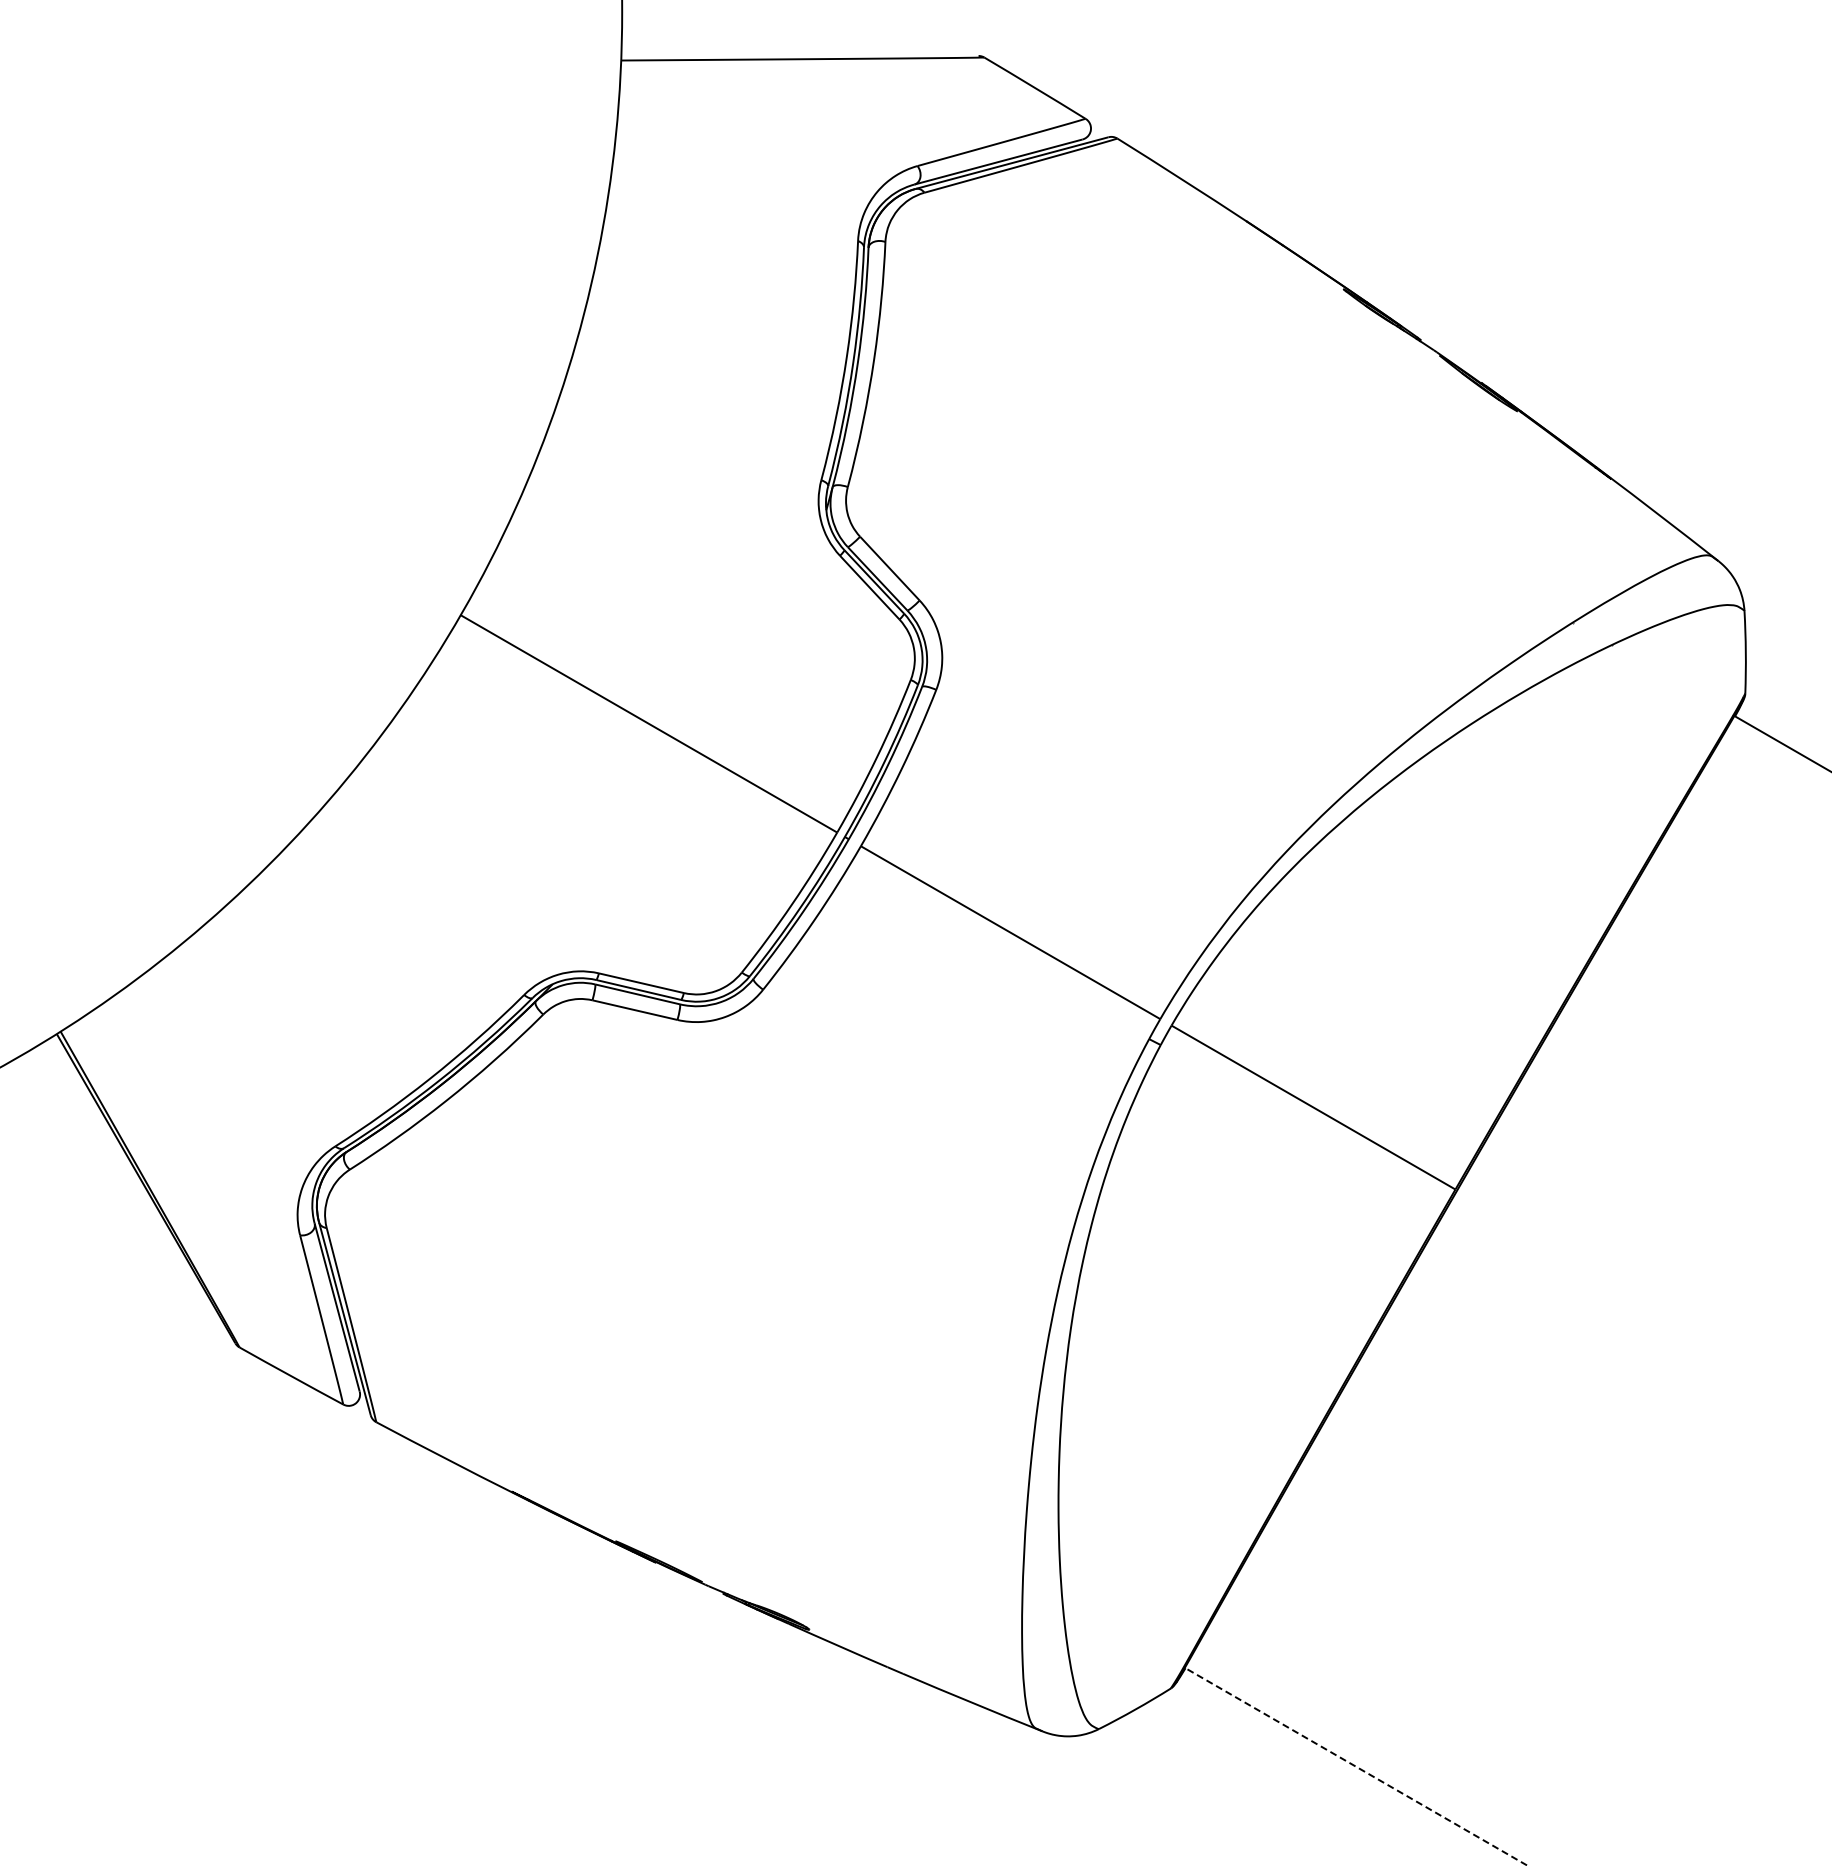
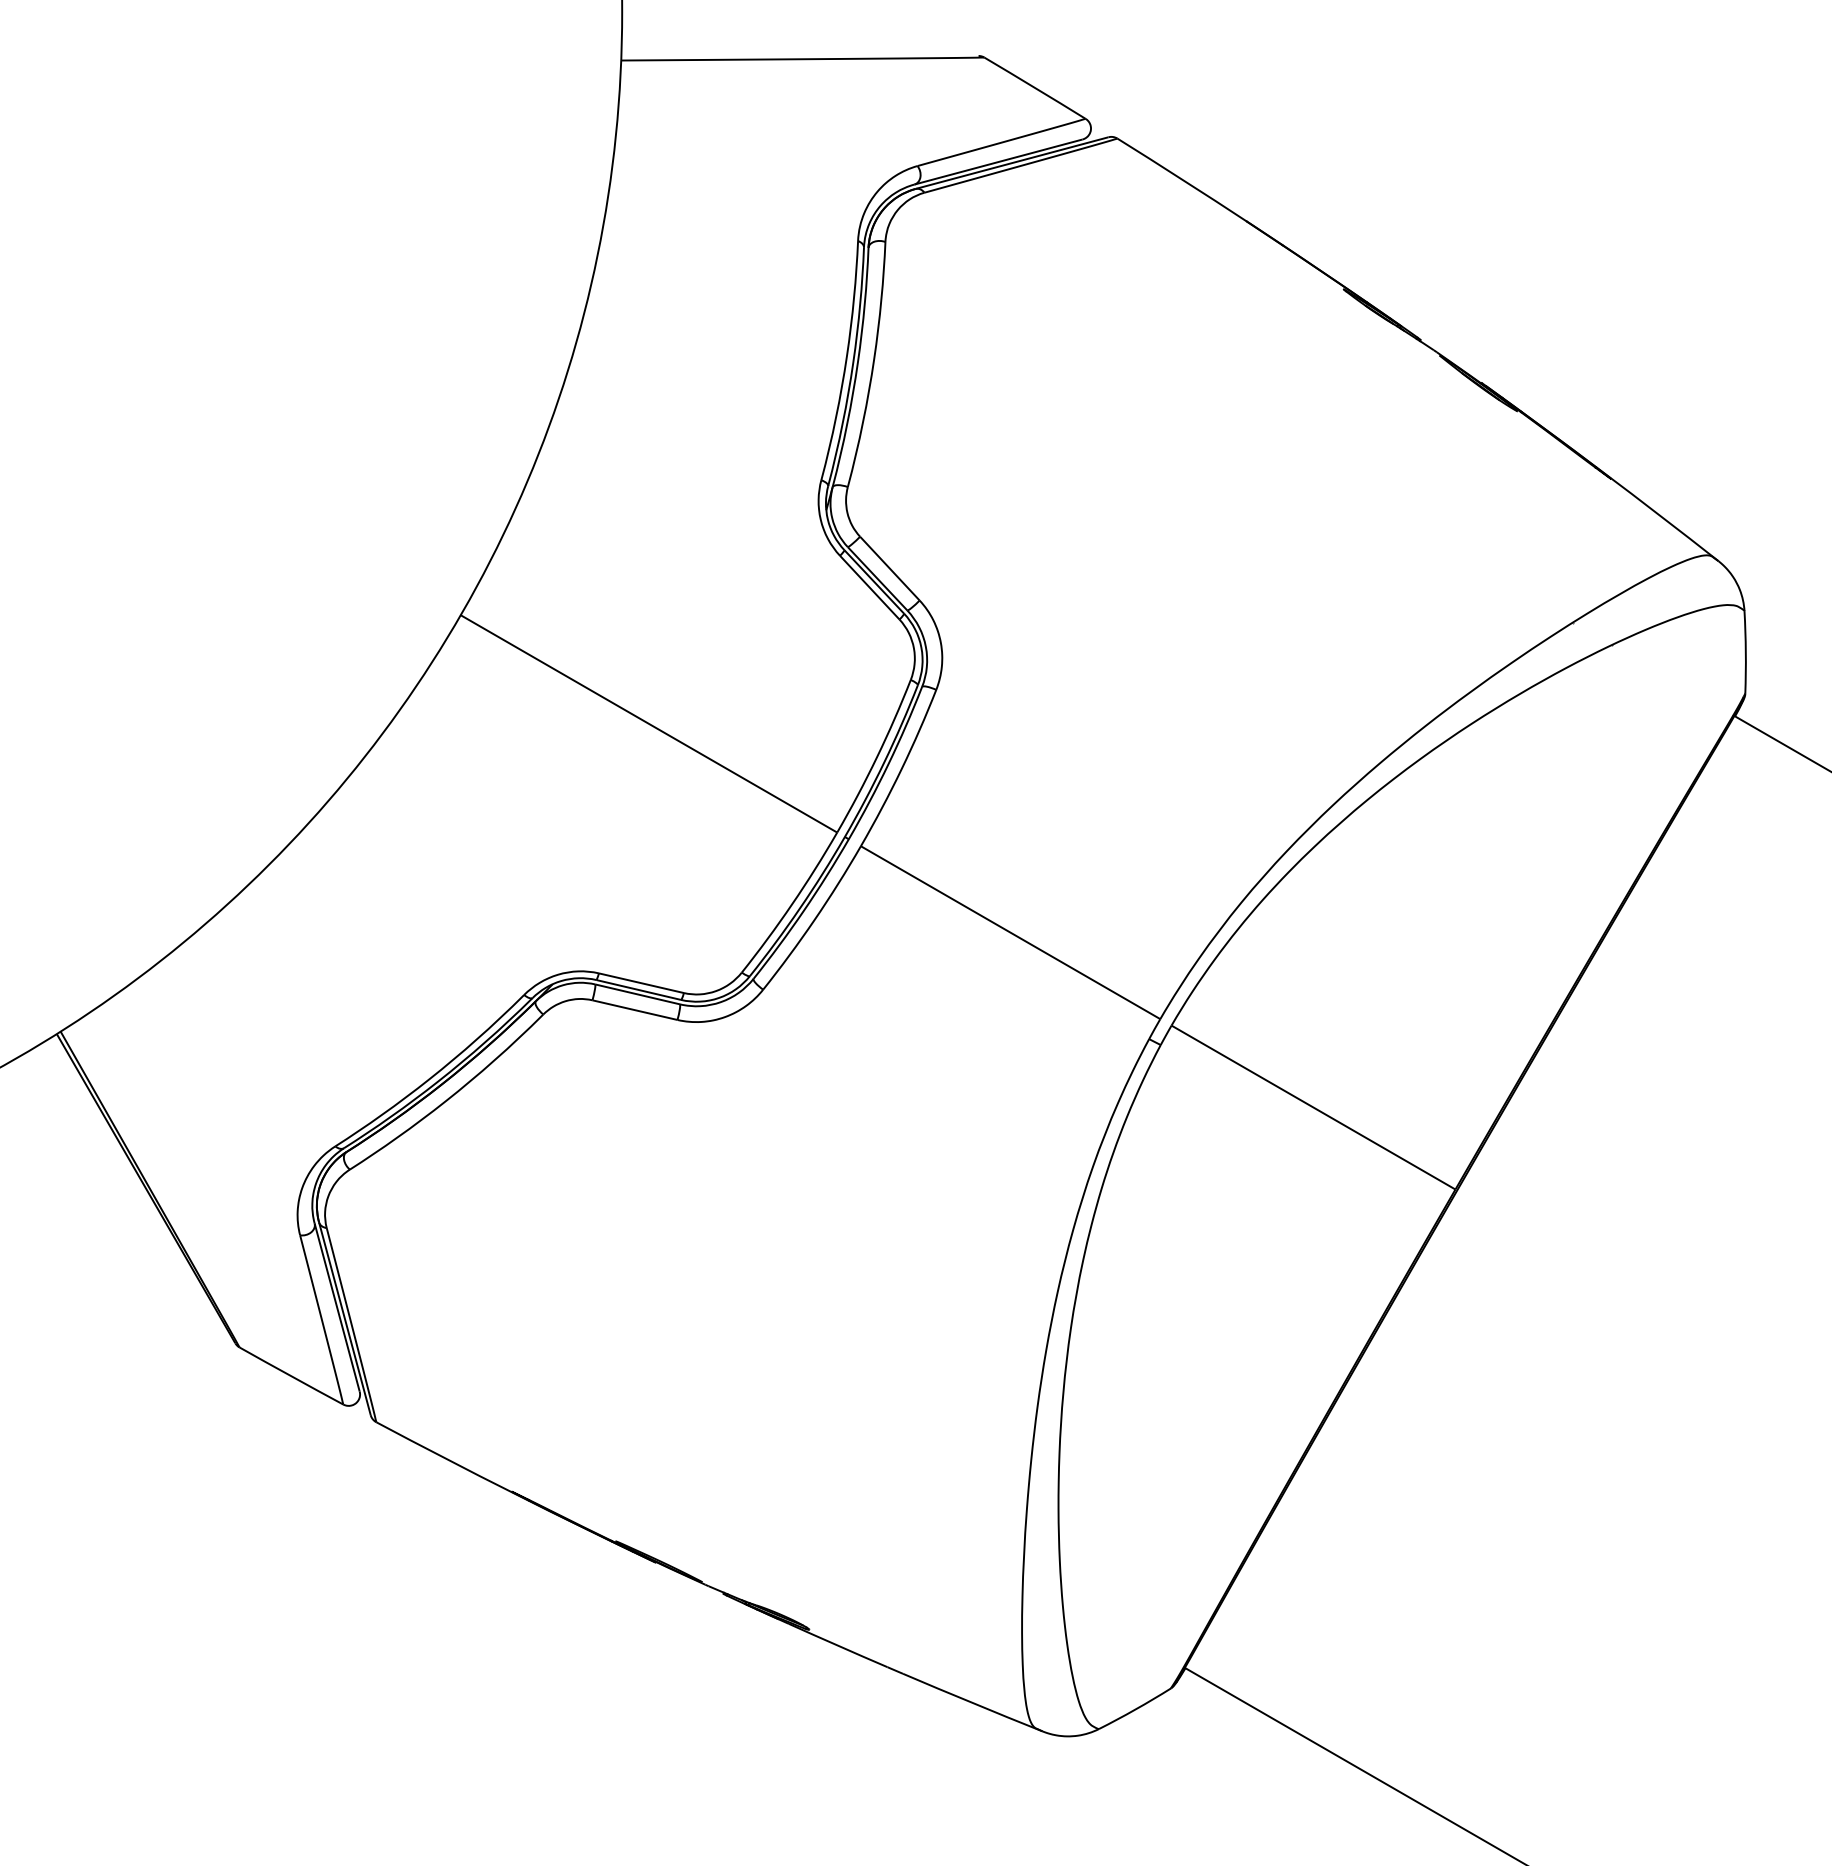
line at (1356, 1766): dashed -> solid
